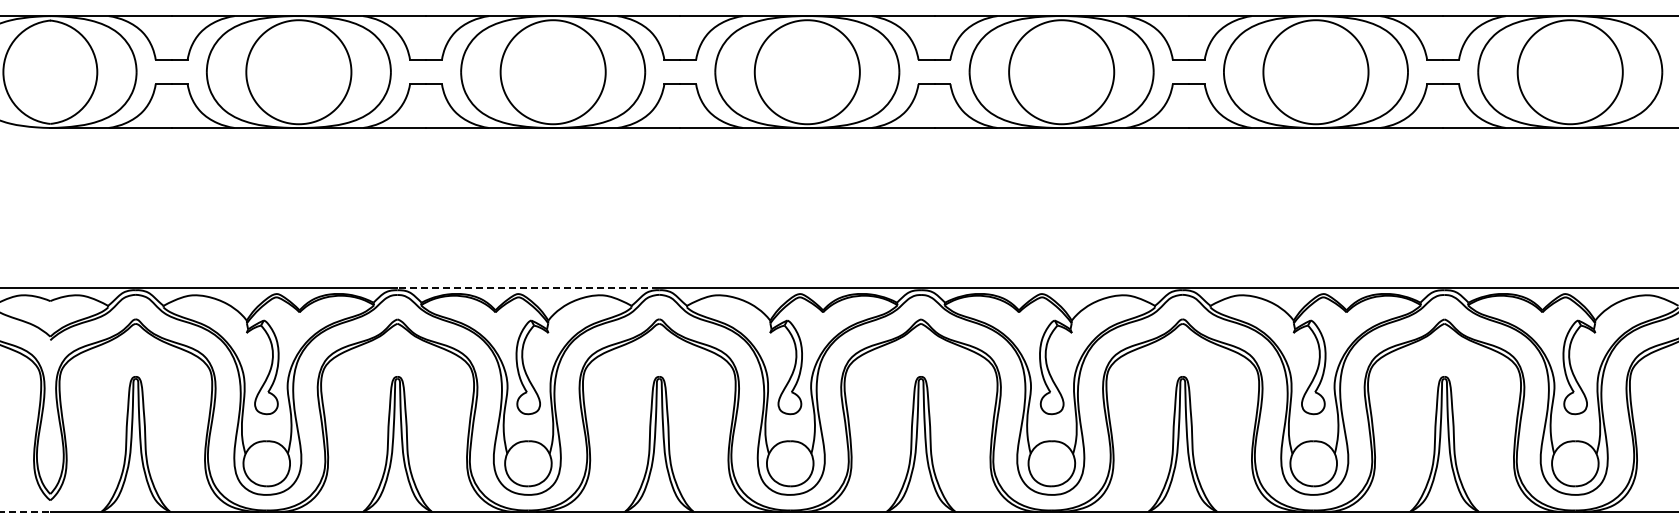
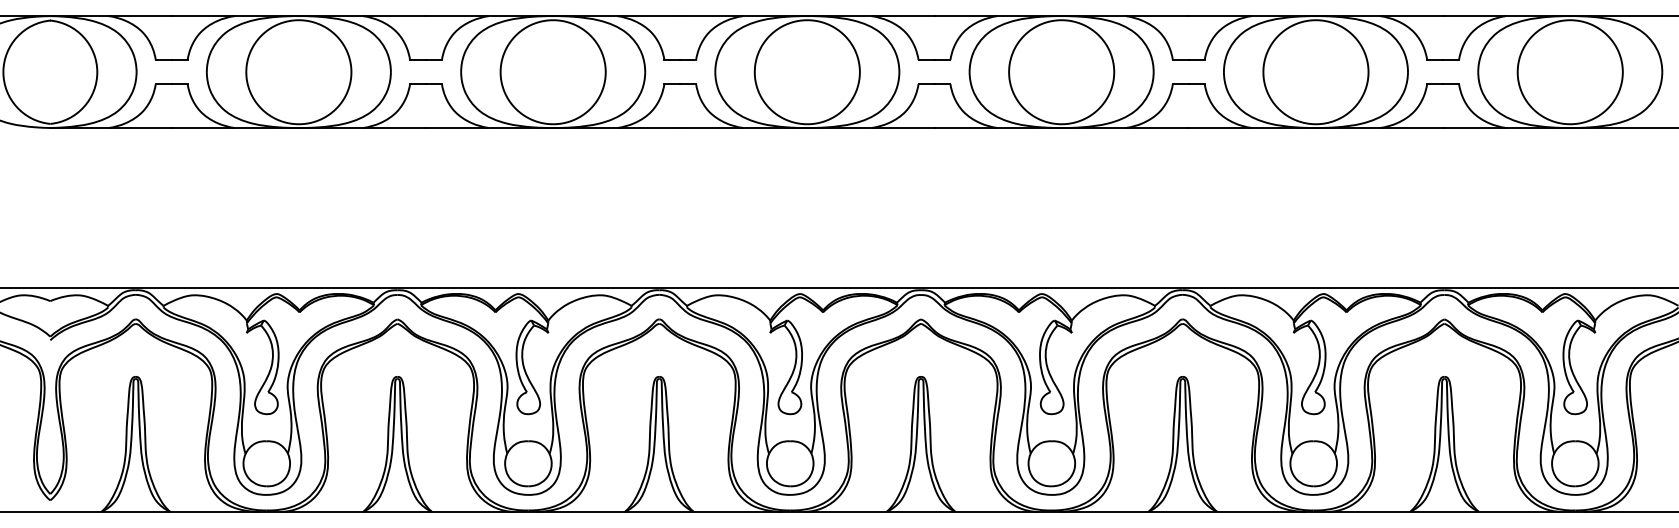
line at (528, 288): dashed -> solid
line at (25, 511): dashed -> solid
